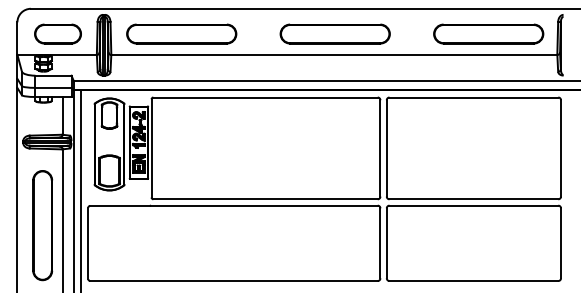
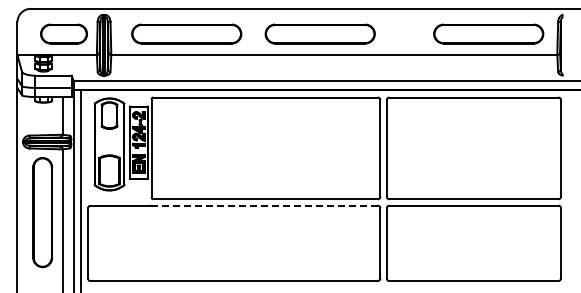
part at (57, 33) position: (57, 33) -> (63, 33)
part at (181, 33) position: (181, 33) -> (186, 33)
part at (334, 33) position: (334, 33) -> (319, 33)
line at (264, 205): solid -> dashed
part at (42, 225) position: (42, 225) -> (42, 212)
